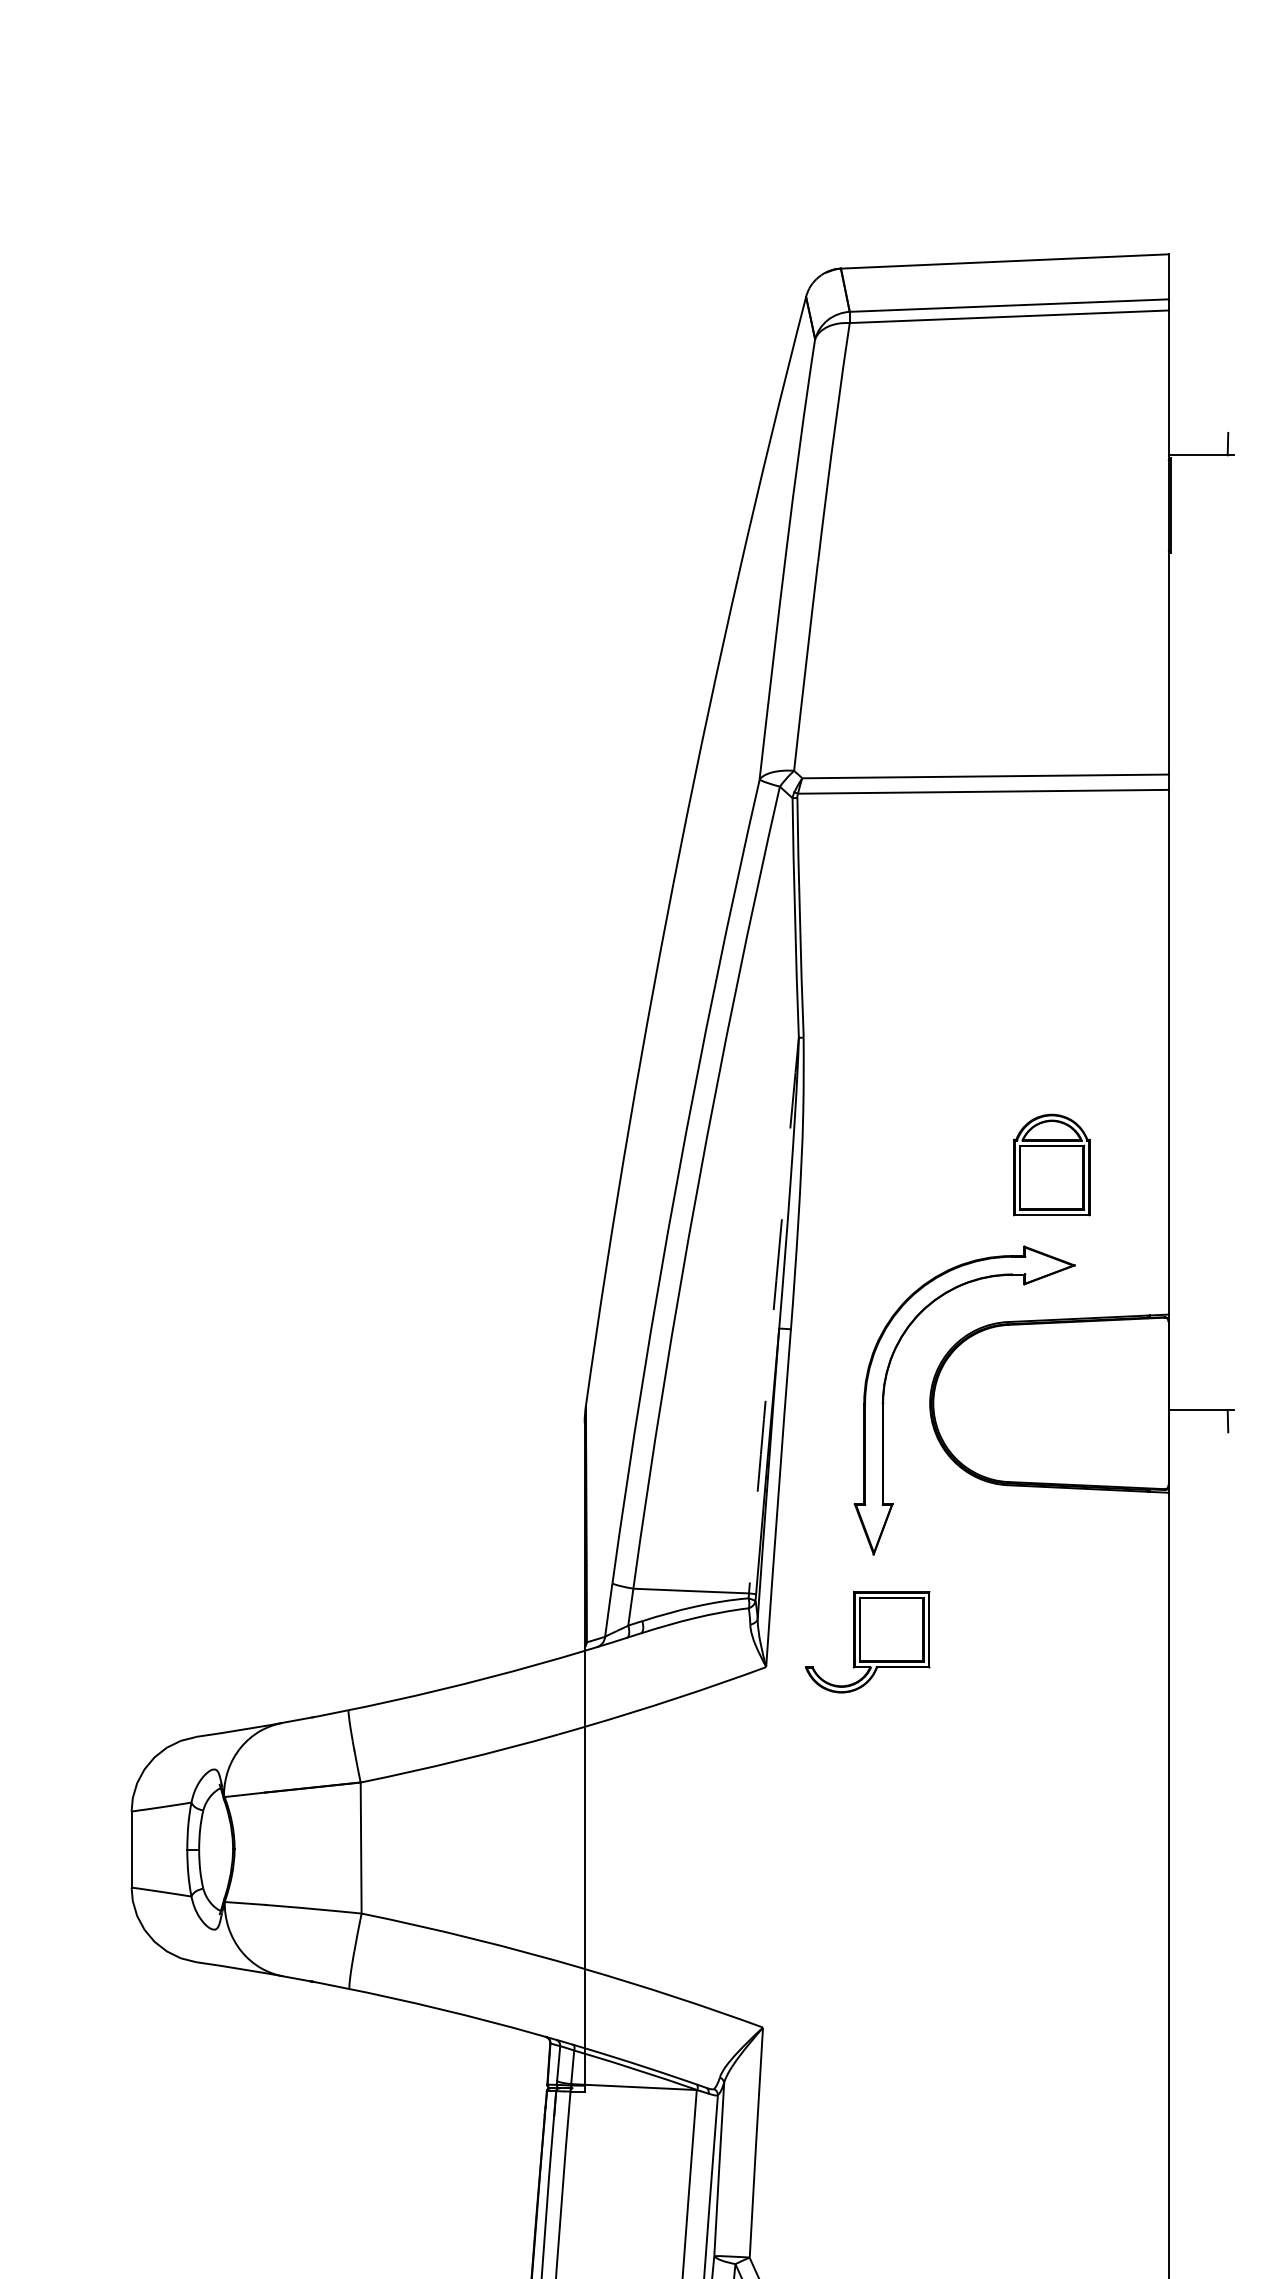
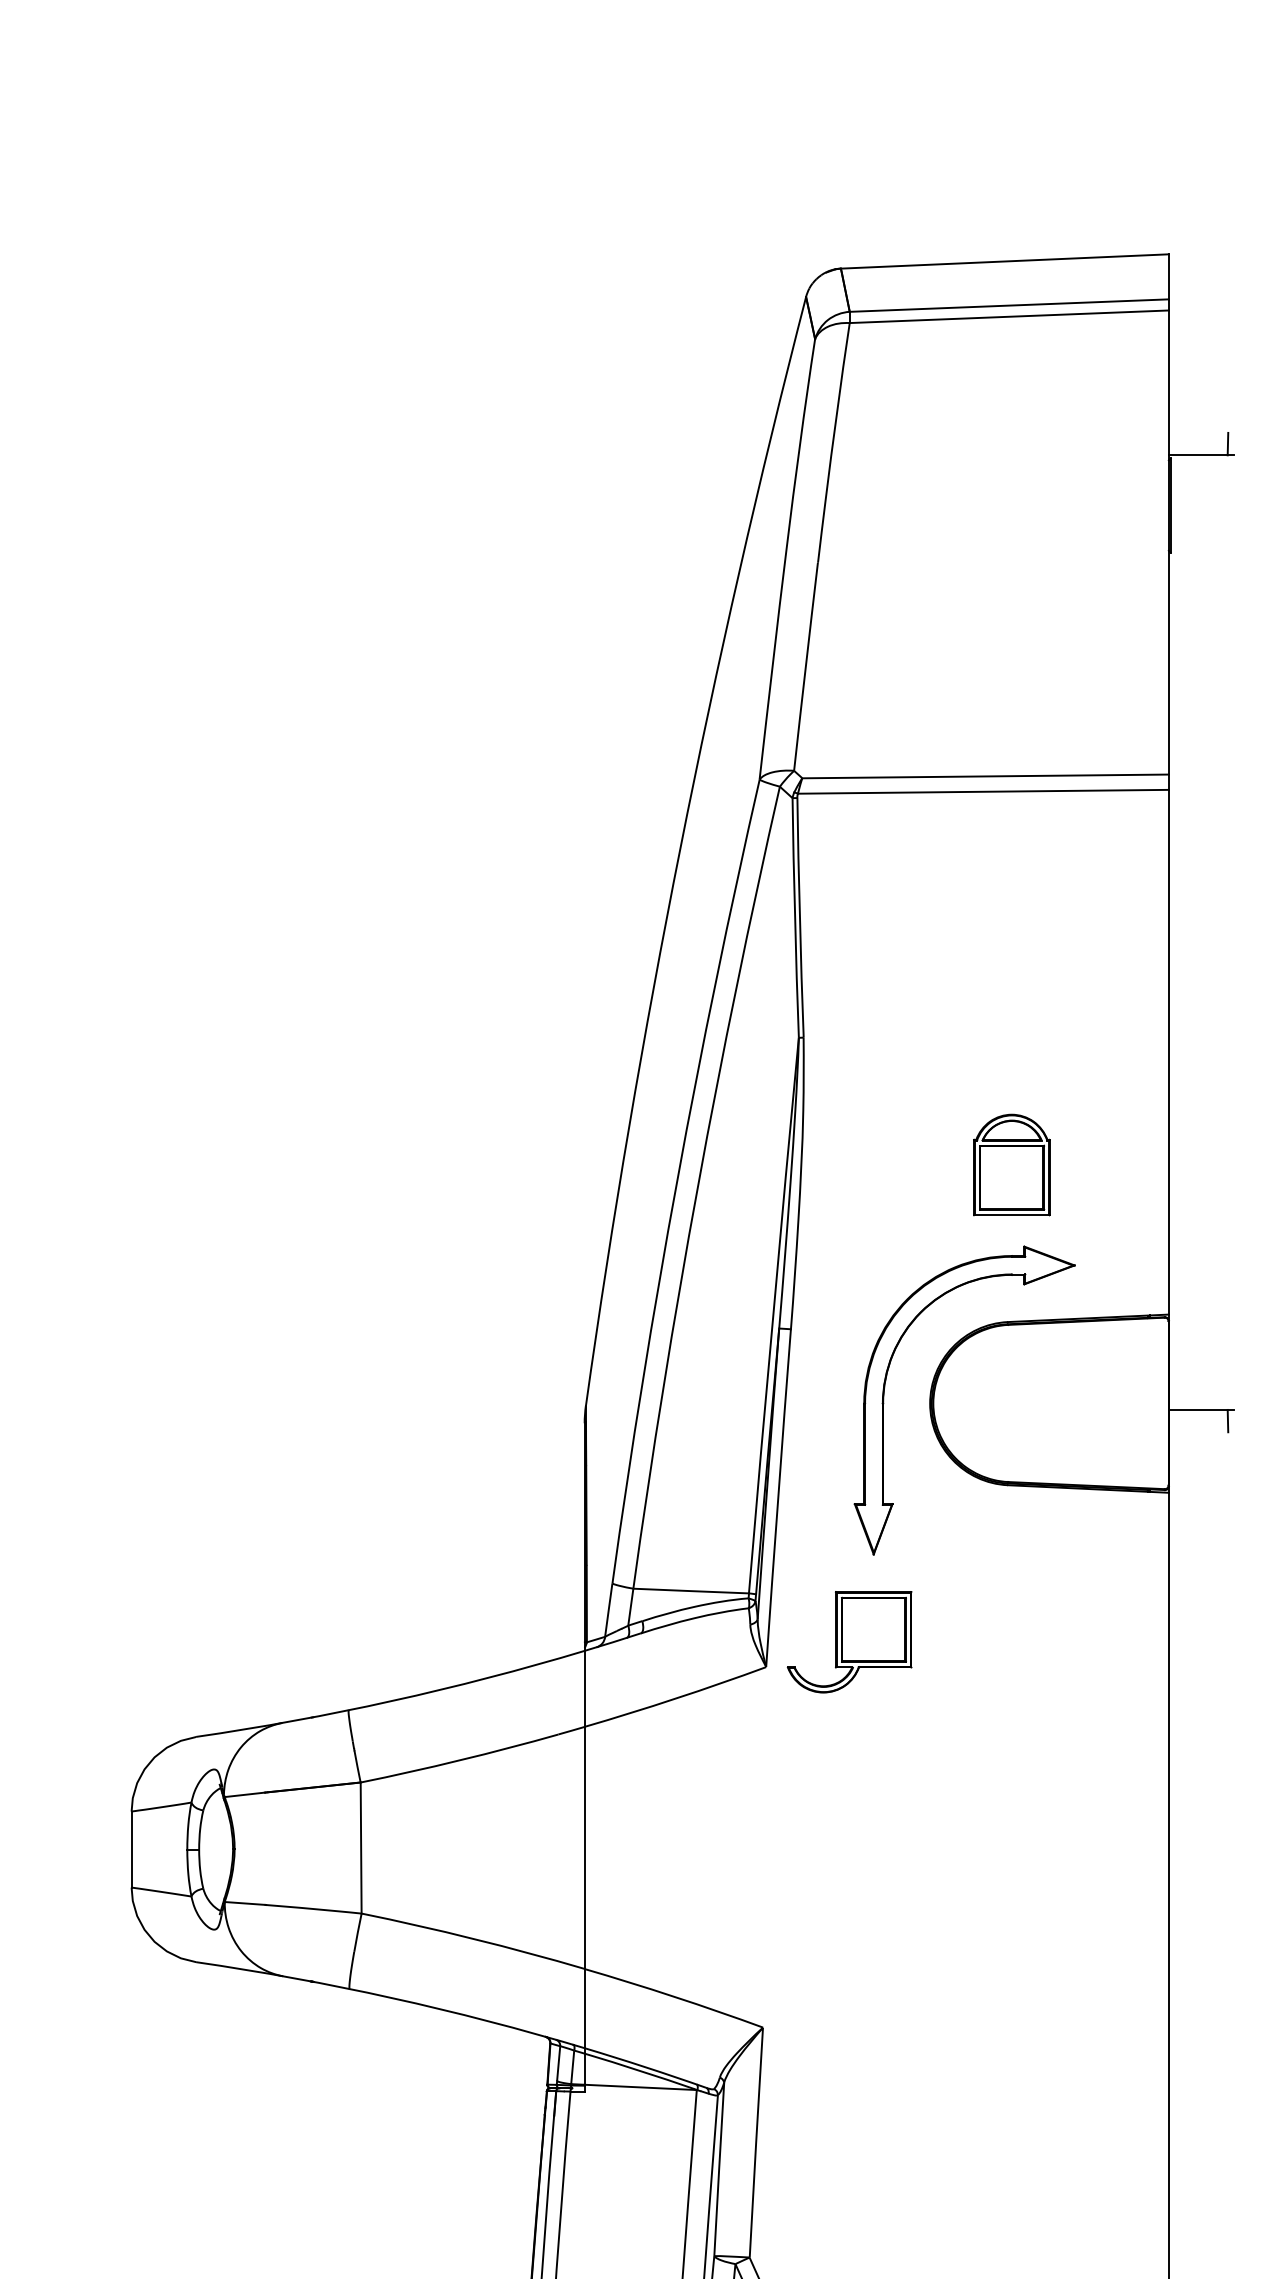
part at (1051, 1164) position: (1051, 1164) -> (1011, 1164)
arc at (773, 1315): dashed -> solid
part at (867, 1642) position: (867, 1642) -> (849, 1642)
